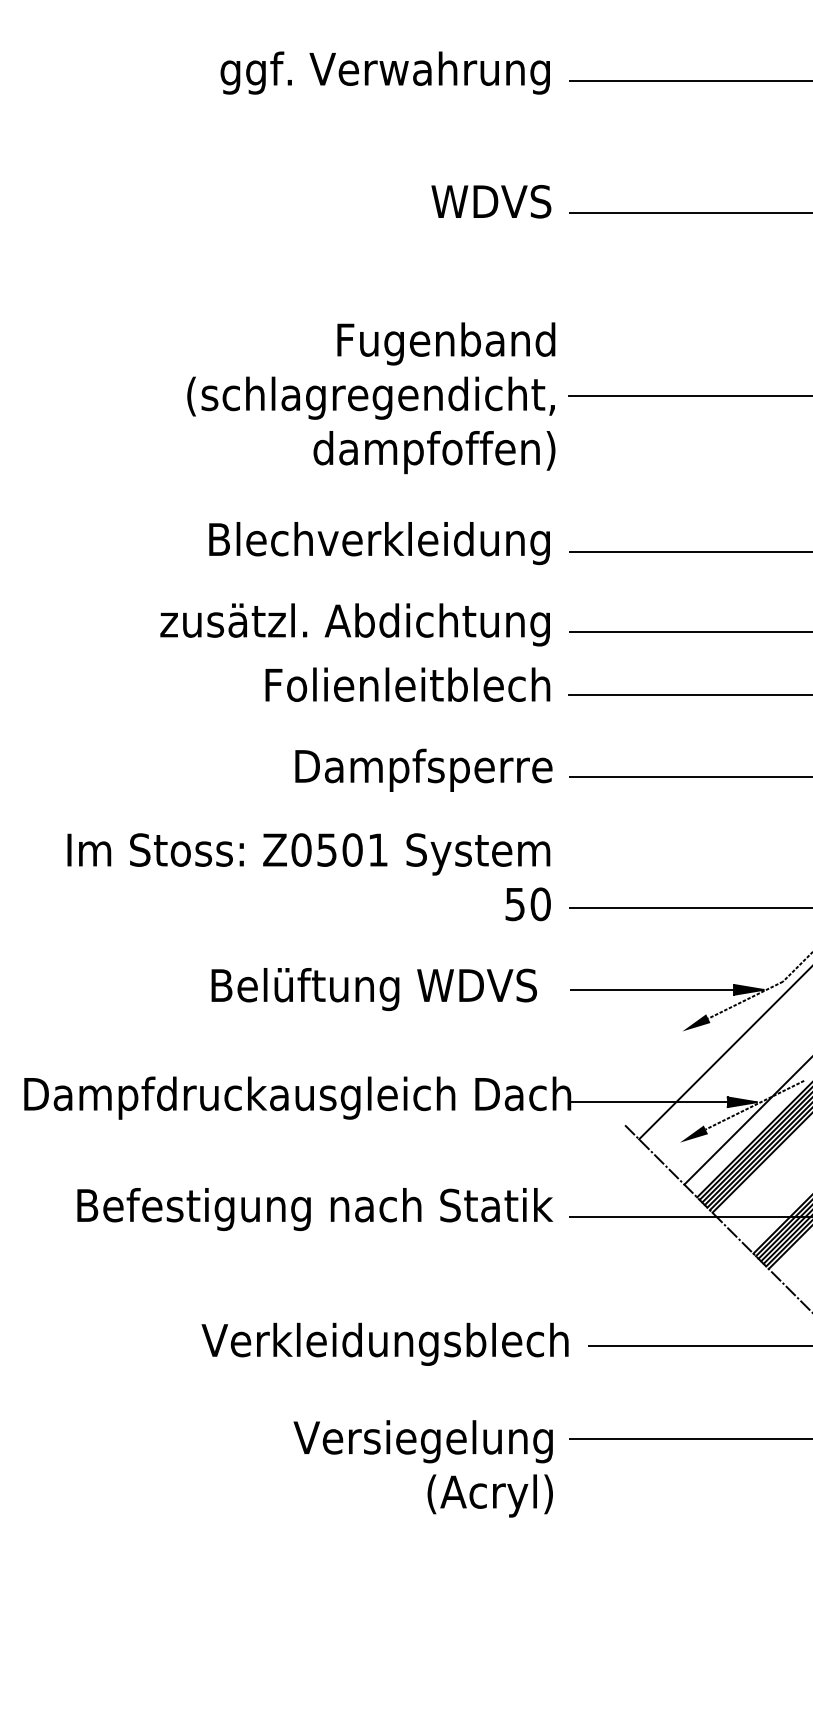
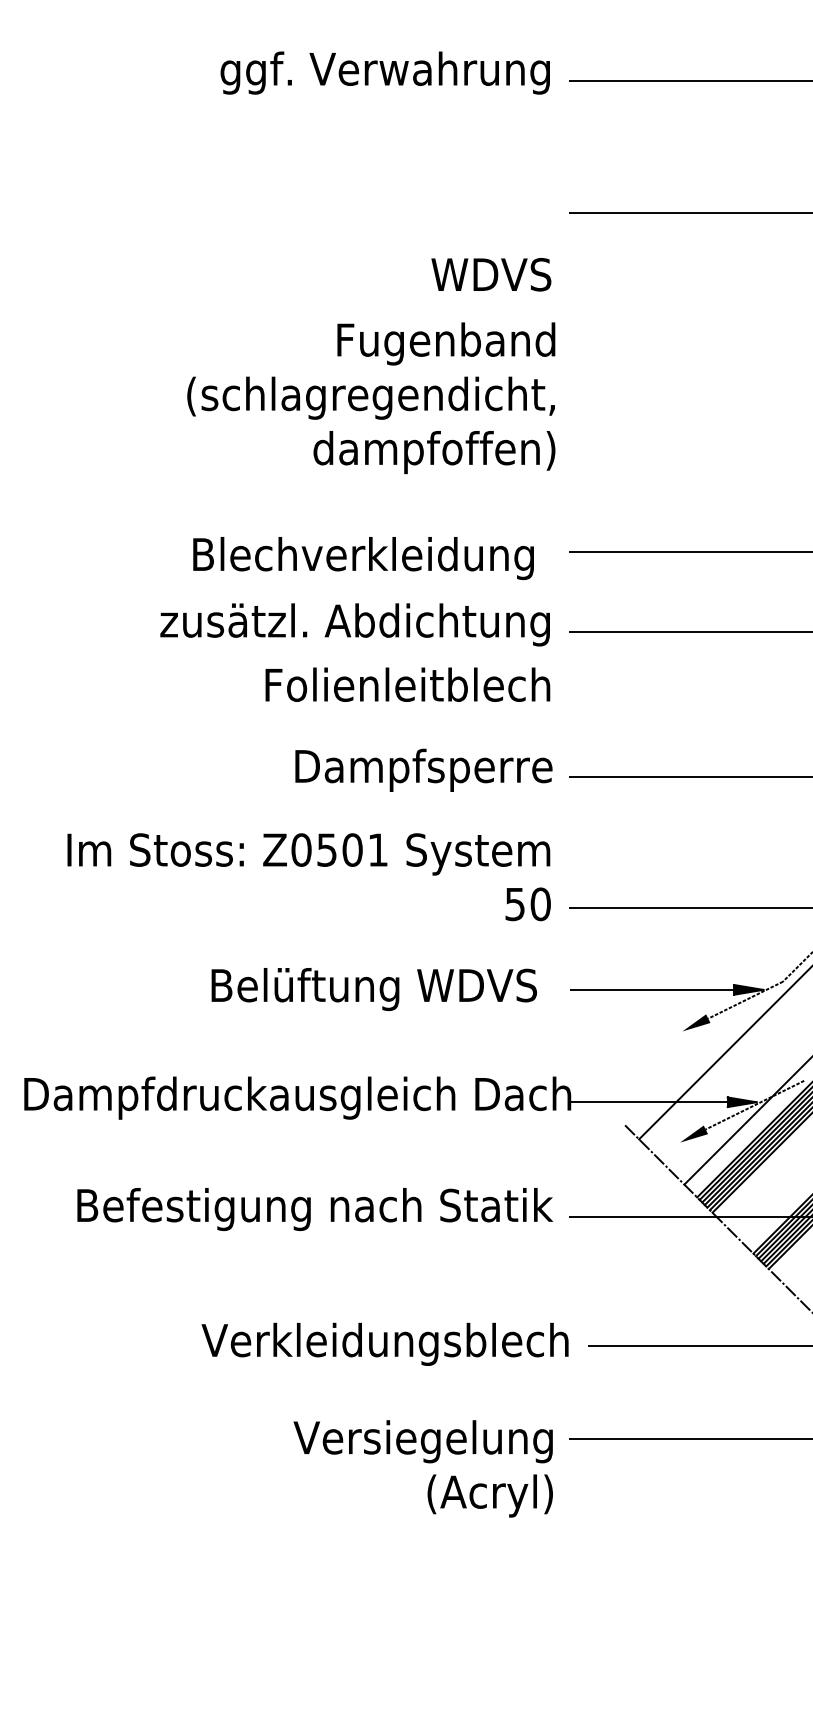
text at (491, 201) position: (491, 201) -> (491, 274)
line at (689, 396): present -> none
text at (379, 543) position: (379, 543) -> (363, 558)
line at (689, 695): present -> none
